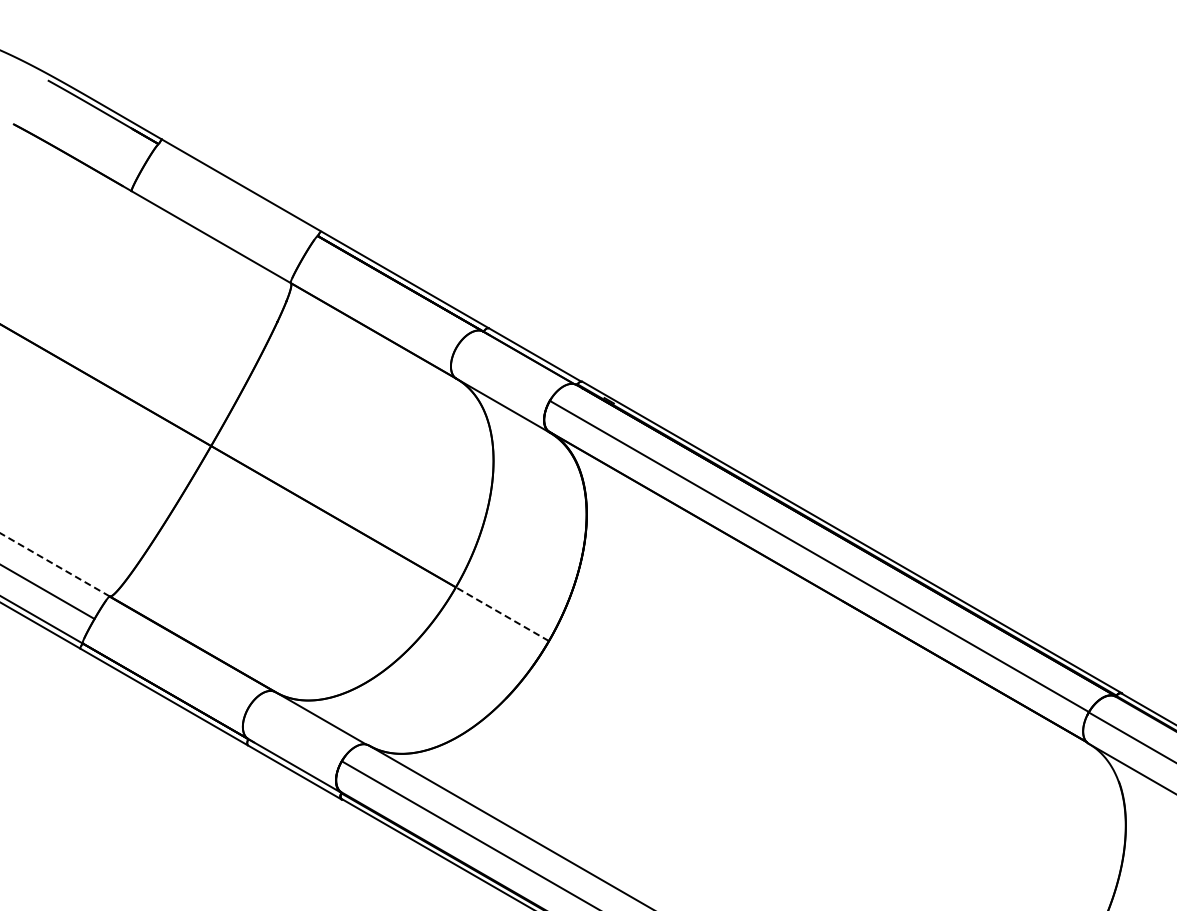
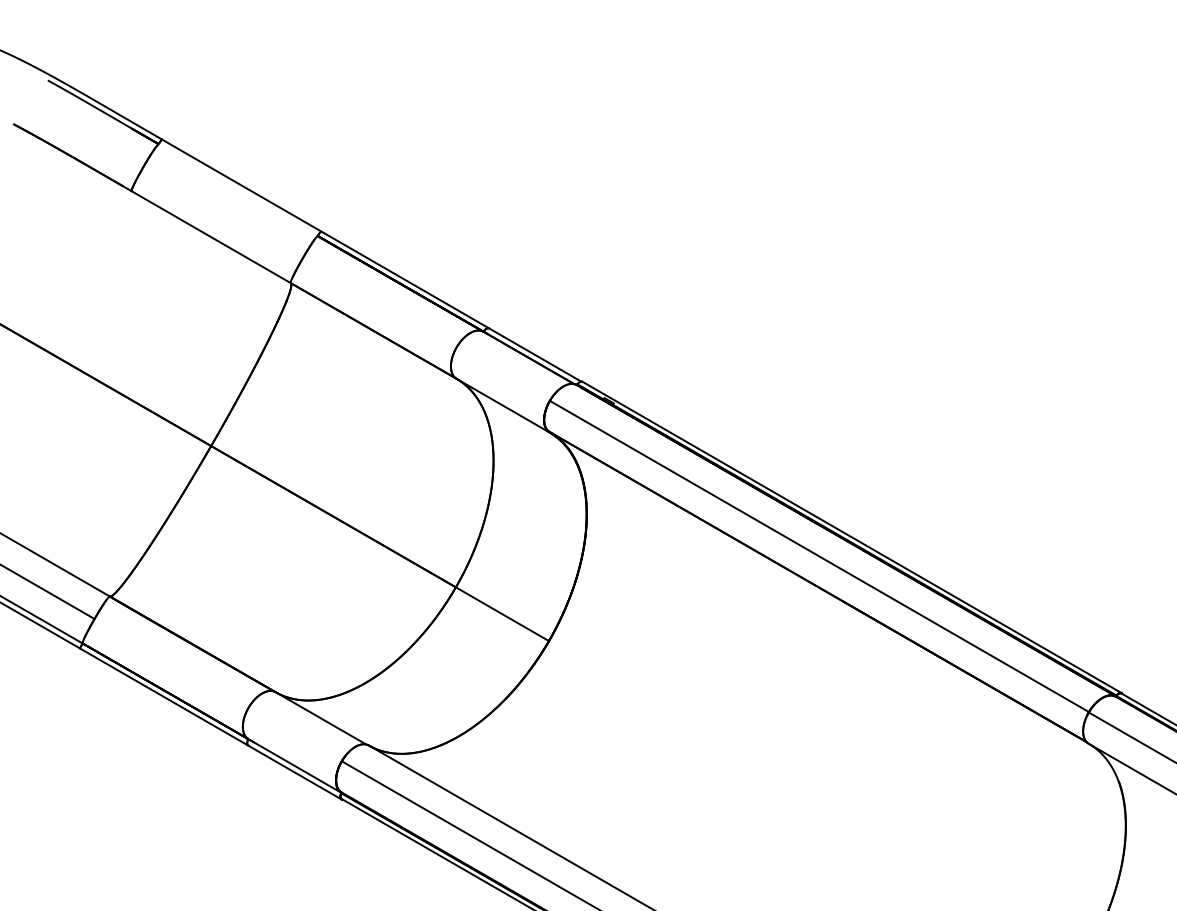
line at (55, 564): dashed -> solid
line at (502, 614): dashed -> solid
